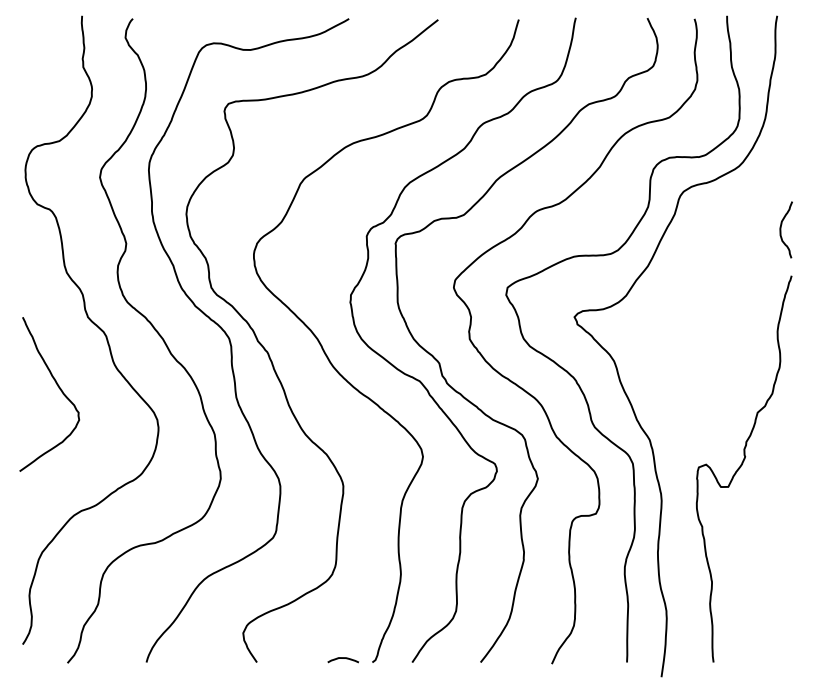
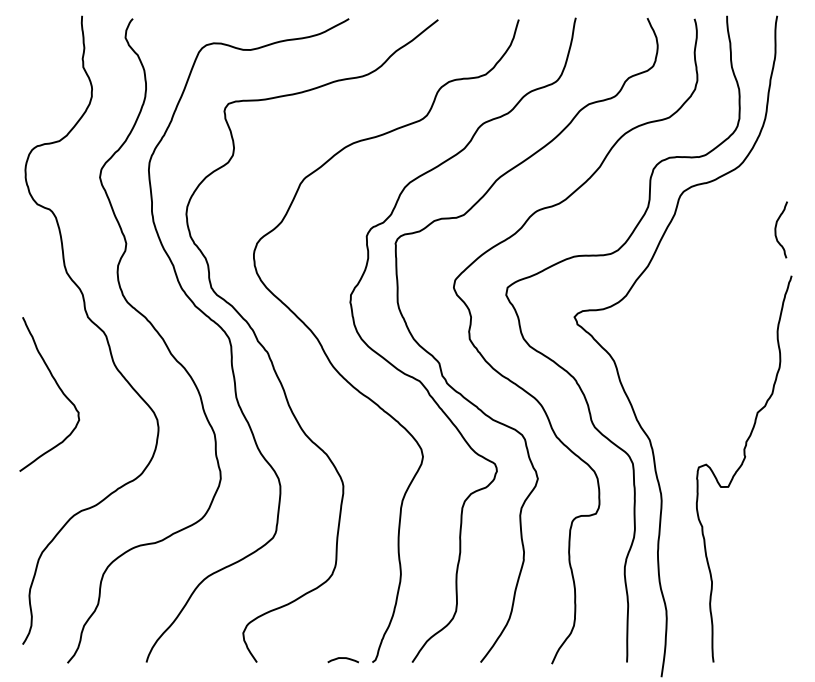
curve at (781, 229) position: (781, 229) -> (776, 229)
